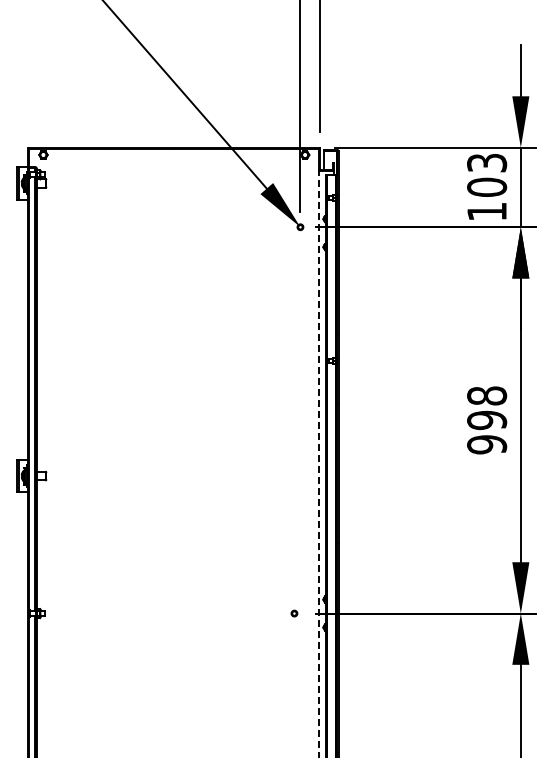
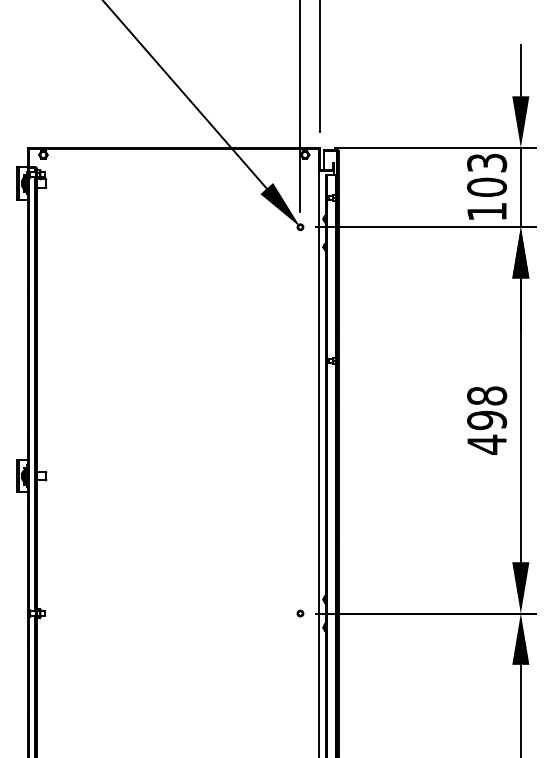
text at (487, 444): 998 -> 498
line at (318, 463): dashed -> solid
part at (294, 613) position: (294, 613) -> (300, 613)
